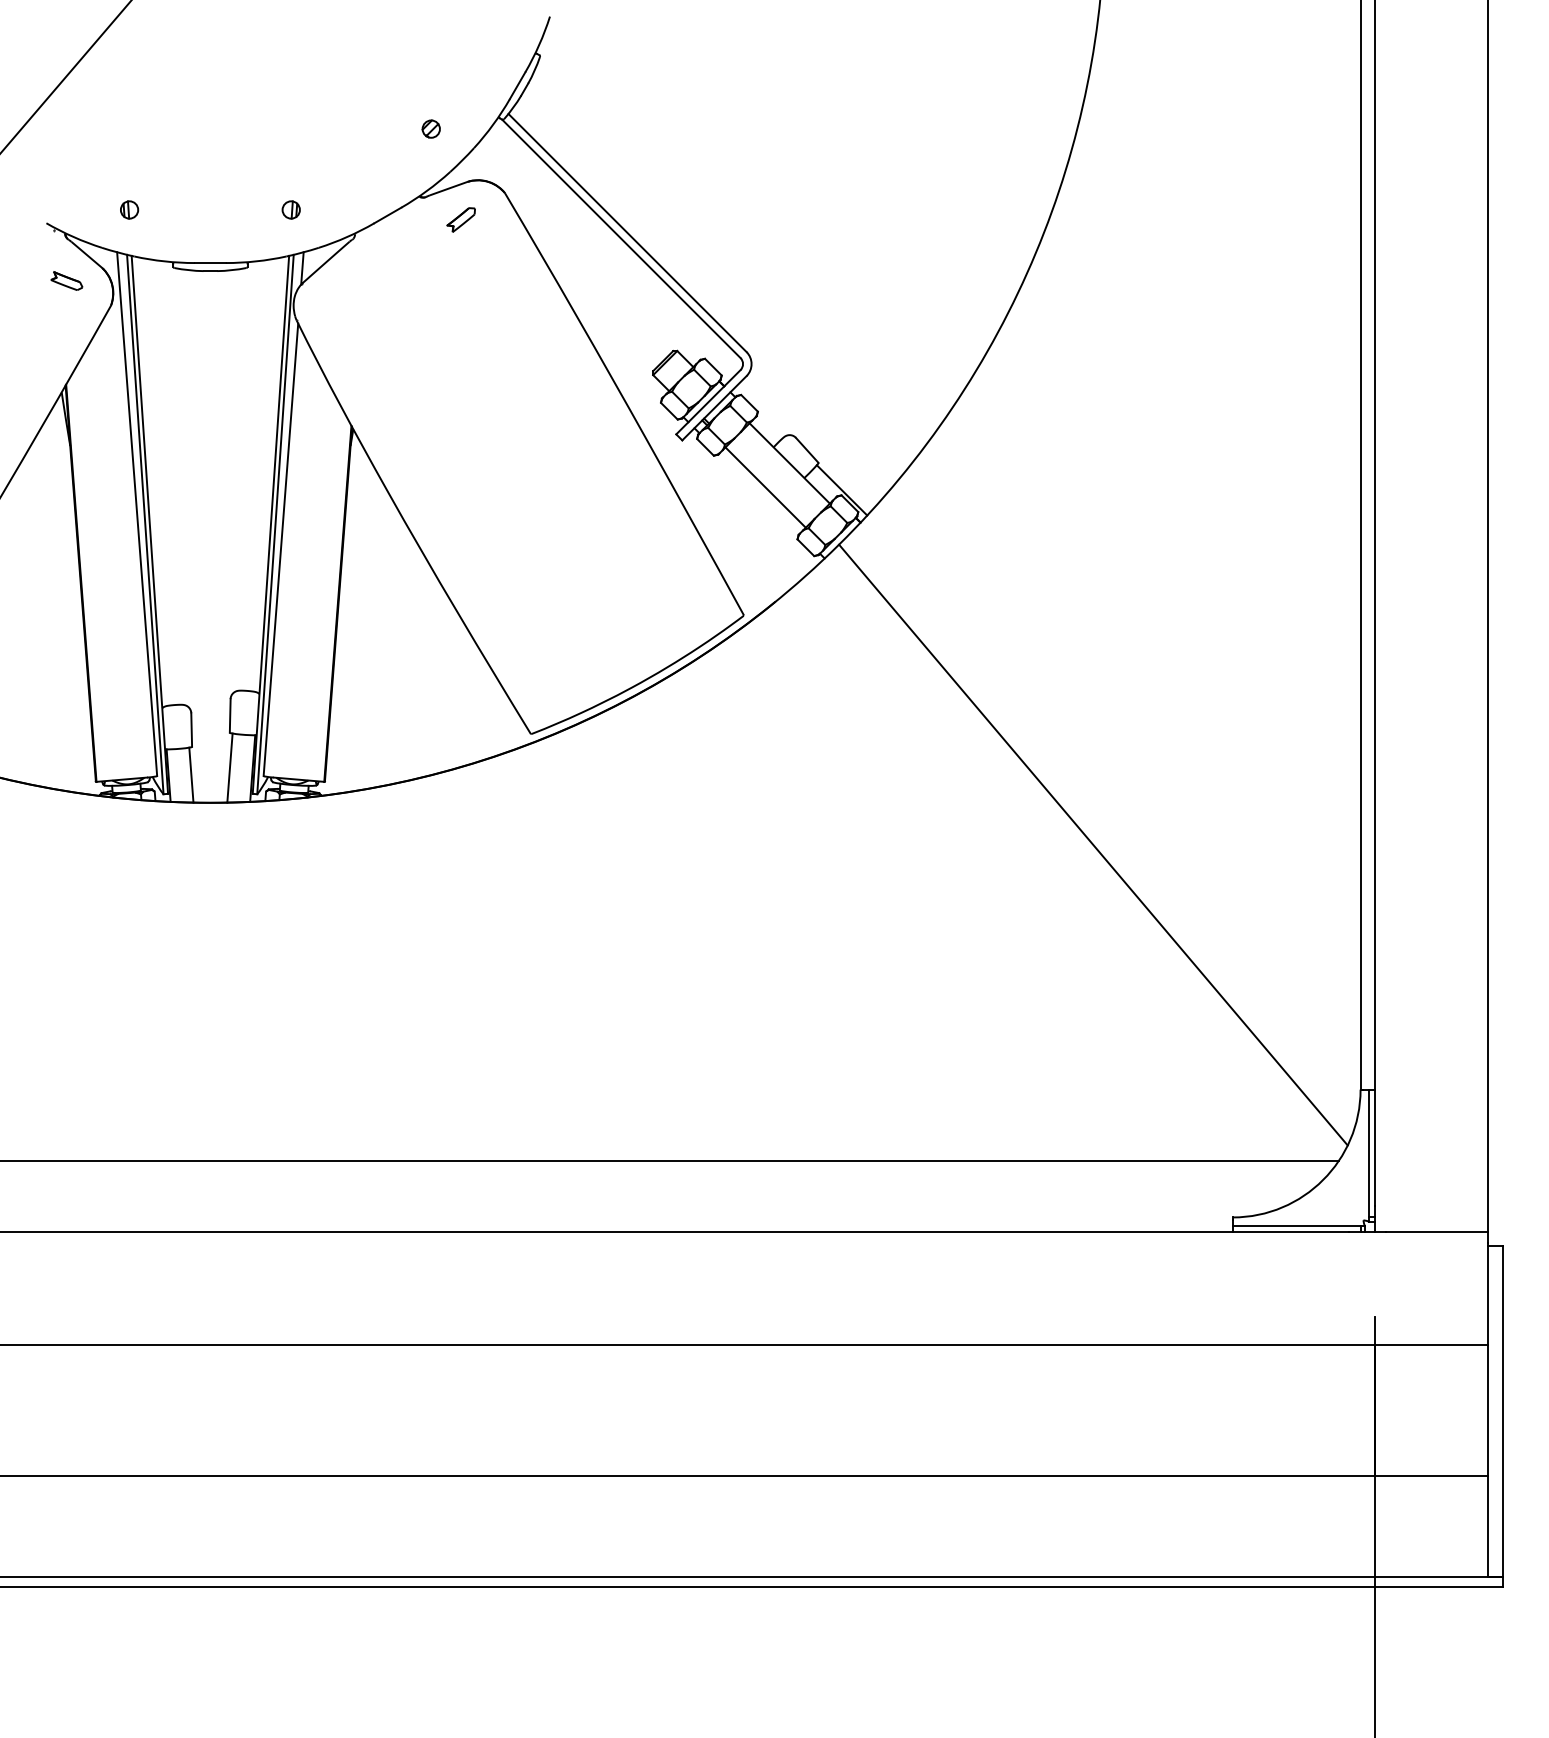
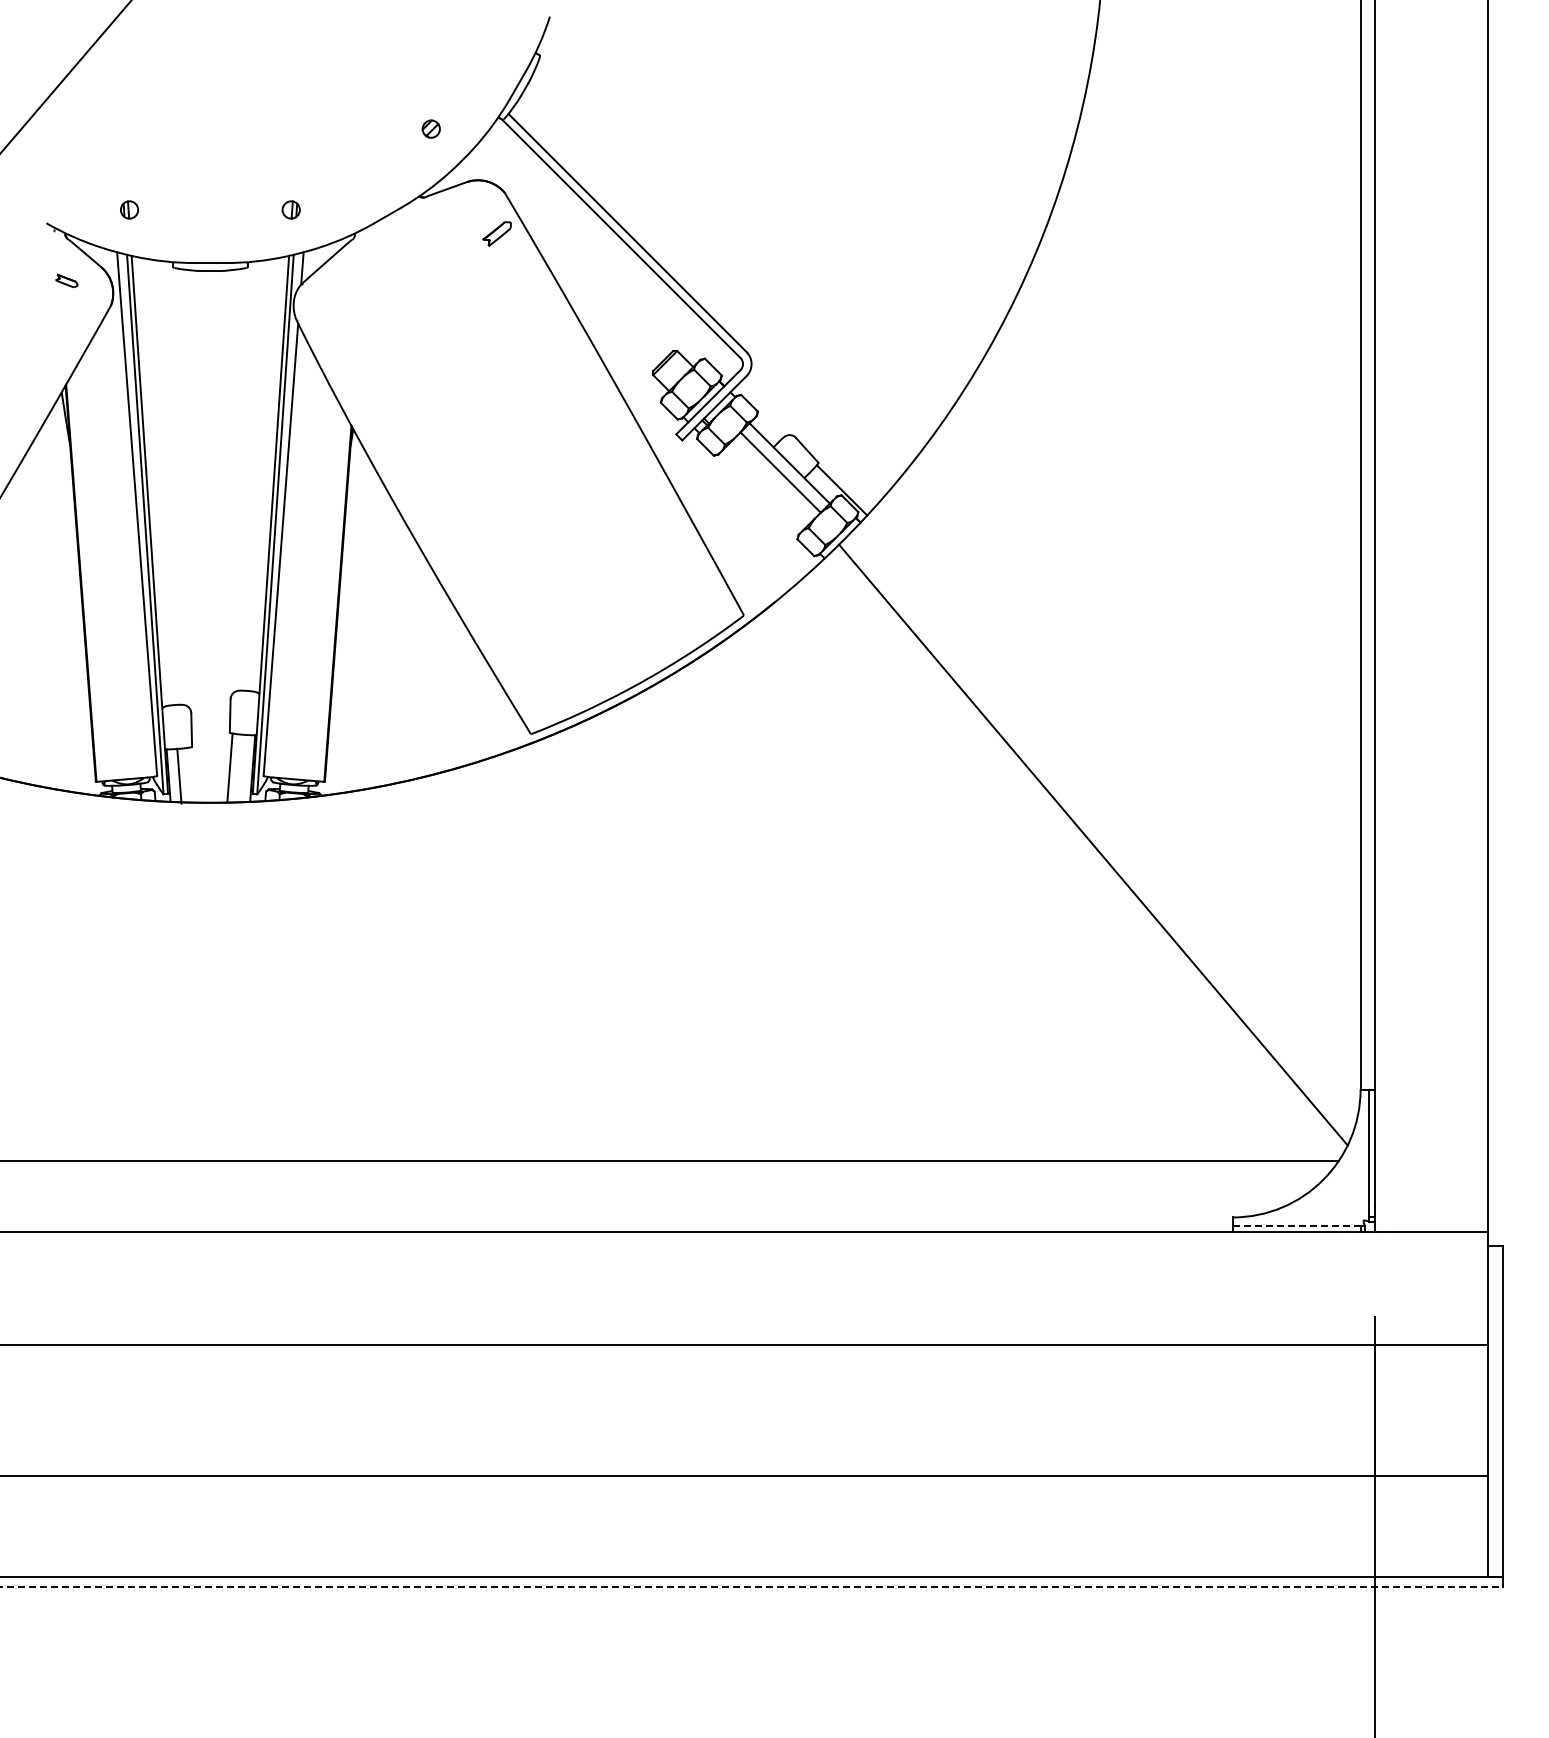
part at (460, 219) position: (460, 219) -> (496, 233)
part at (66, 280) size: 34x20 px -> 24x16 px
line at (765, 487) position: (765, 487) -> (780, 472)
line at (191, 774) position: (191, 774) -> (179, 775)
line at (1296, 1225): solid -> dashed
line at (751, 1586): solid -> dashed
